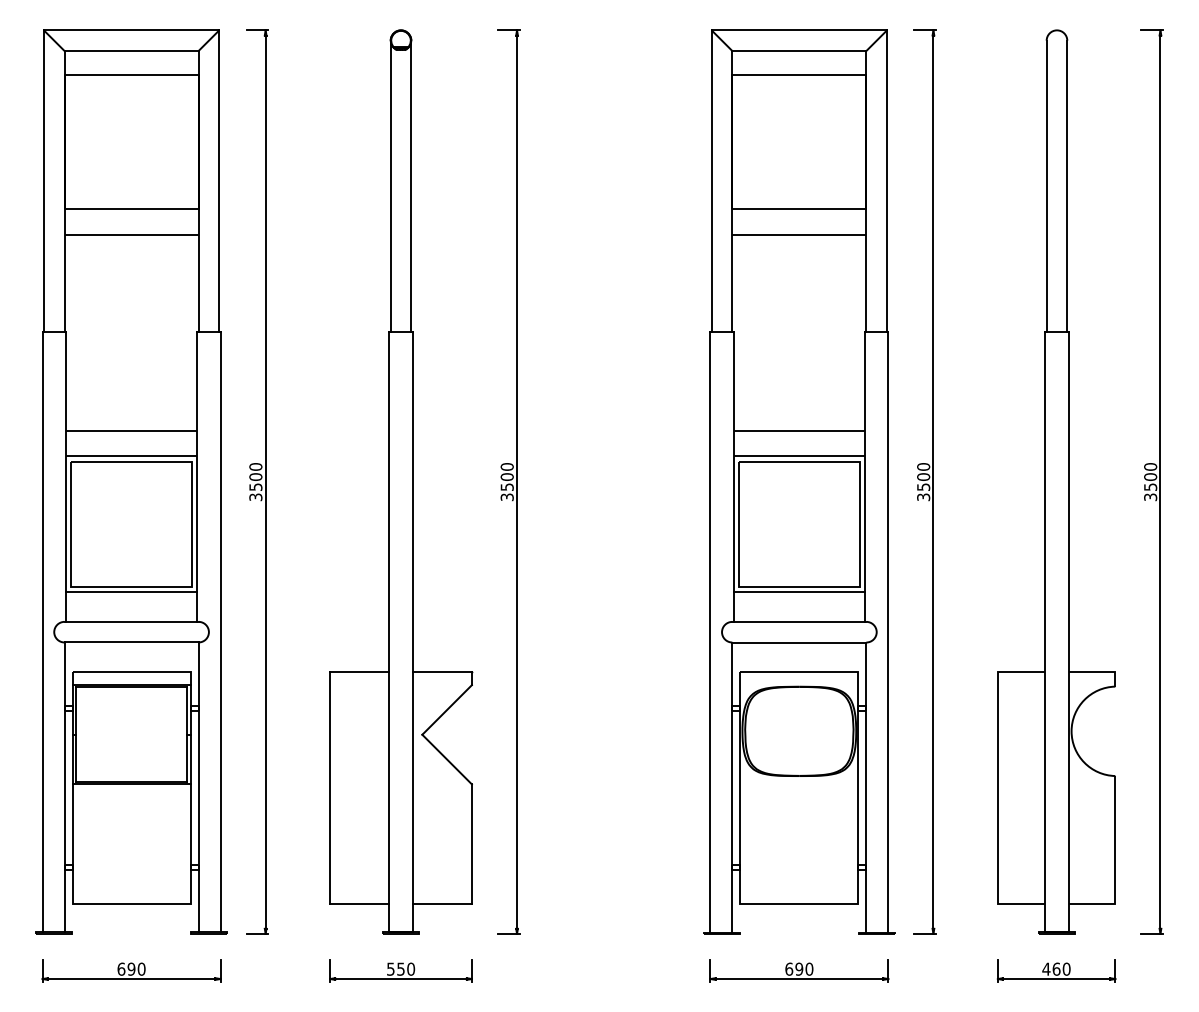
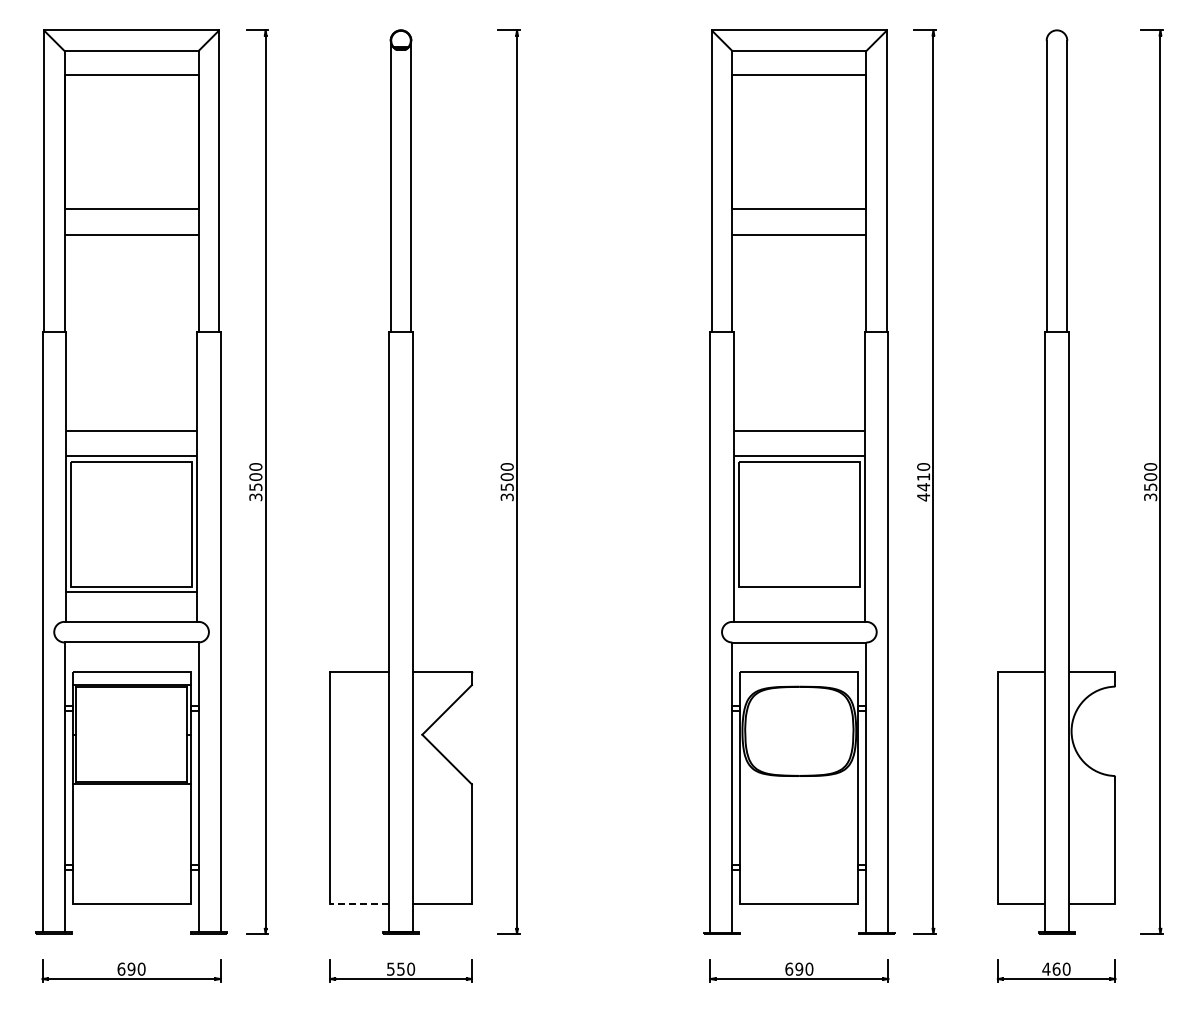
text at (923, 487): 3500 -> 4410
line at (799, 592): present -> none
line at (359, 904): solid -> dashed
